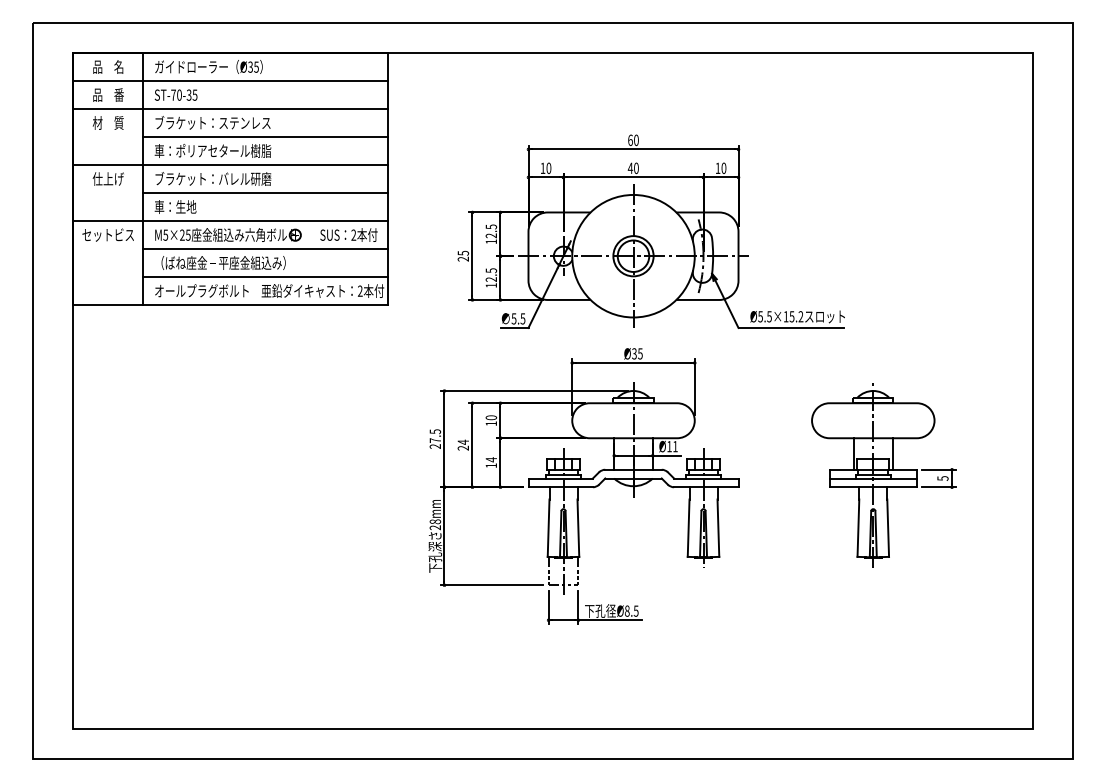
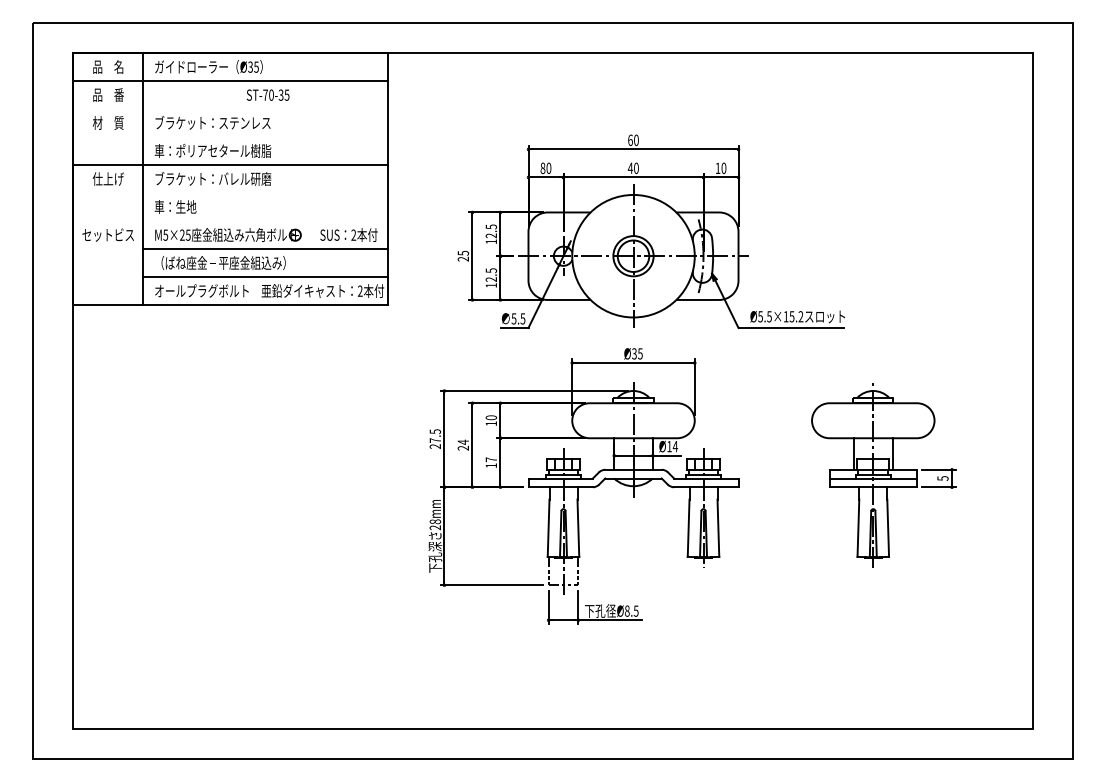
text at (175, 94) position: (175, 94) -> (267, 94)
line at (230, 109): present -> none
line at (265, 137): present -> none
text at (542, 168): 10 -> 80
line at (265, 193): present -> none
line at (230, 221): present -> none
text at (675, 446): Ø11 -> Ø14
text at (490, 459): 14 -> 17
